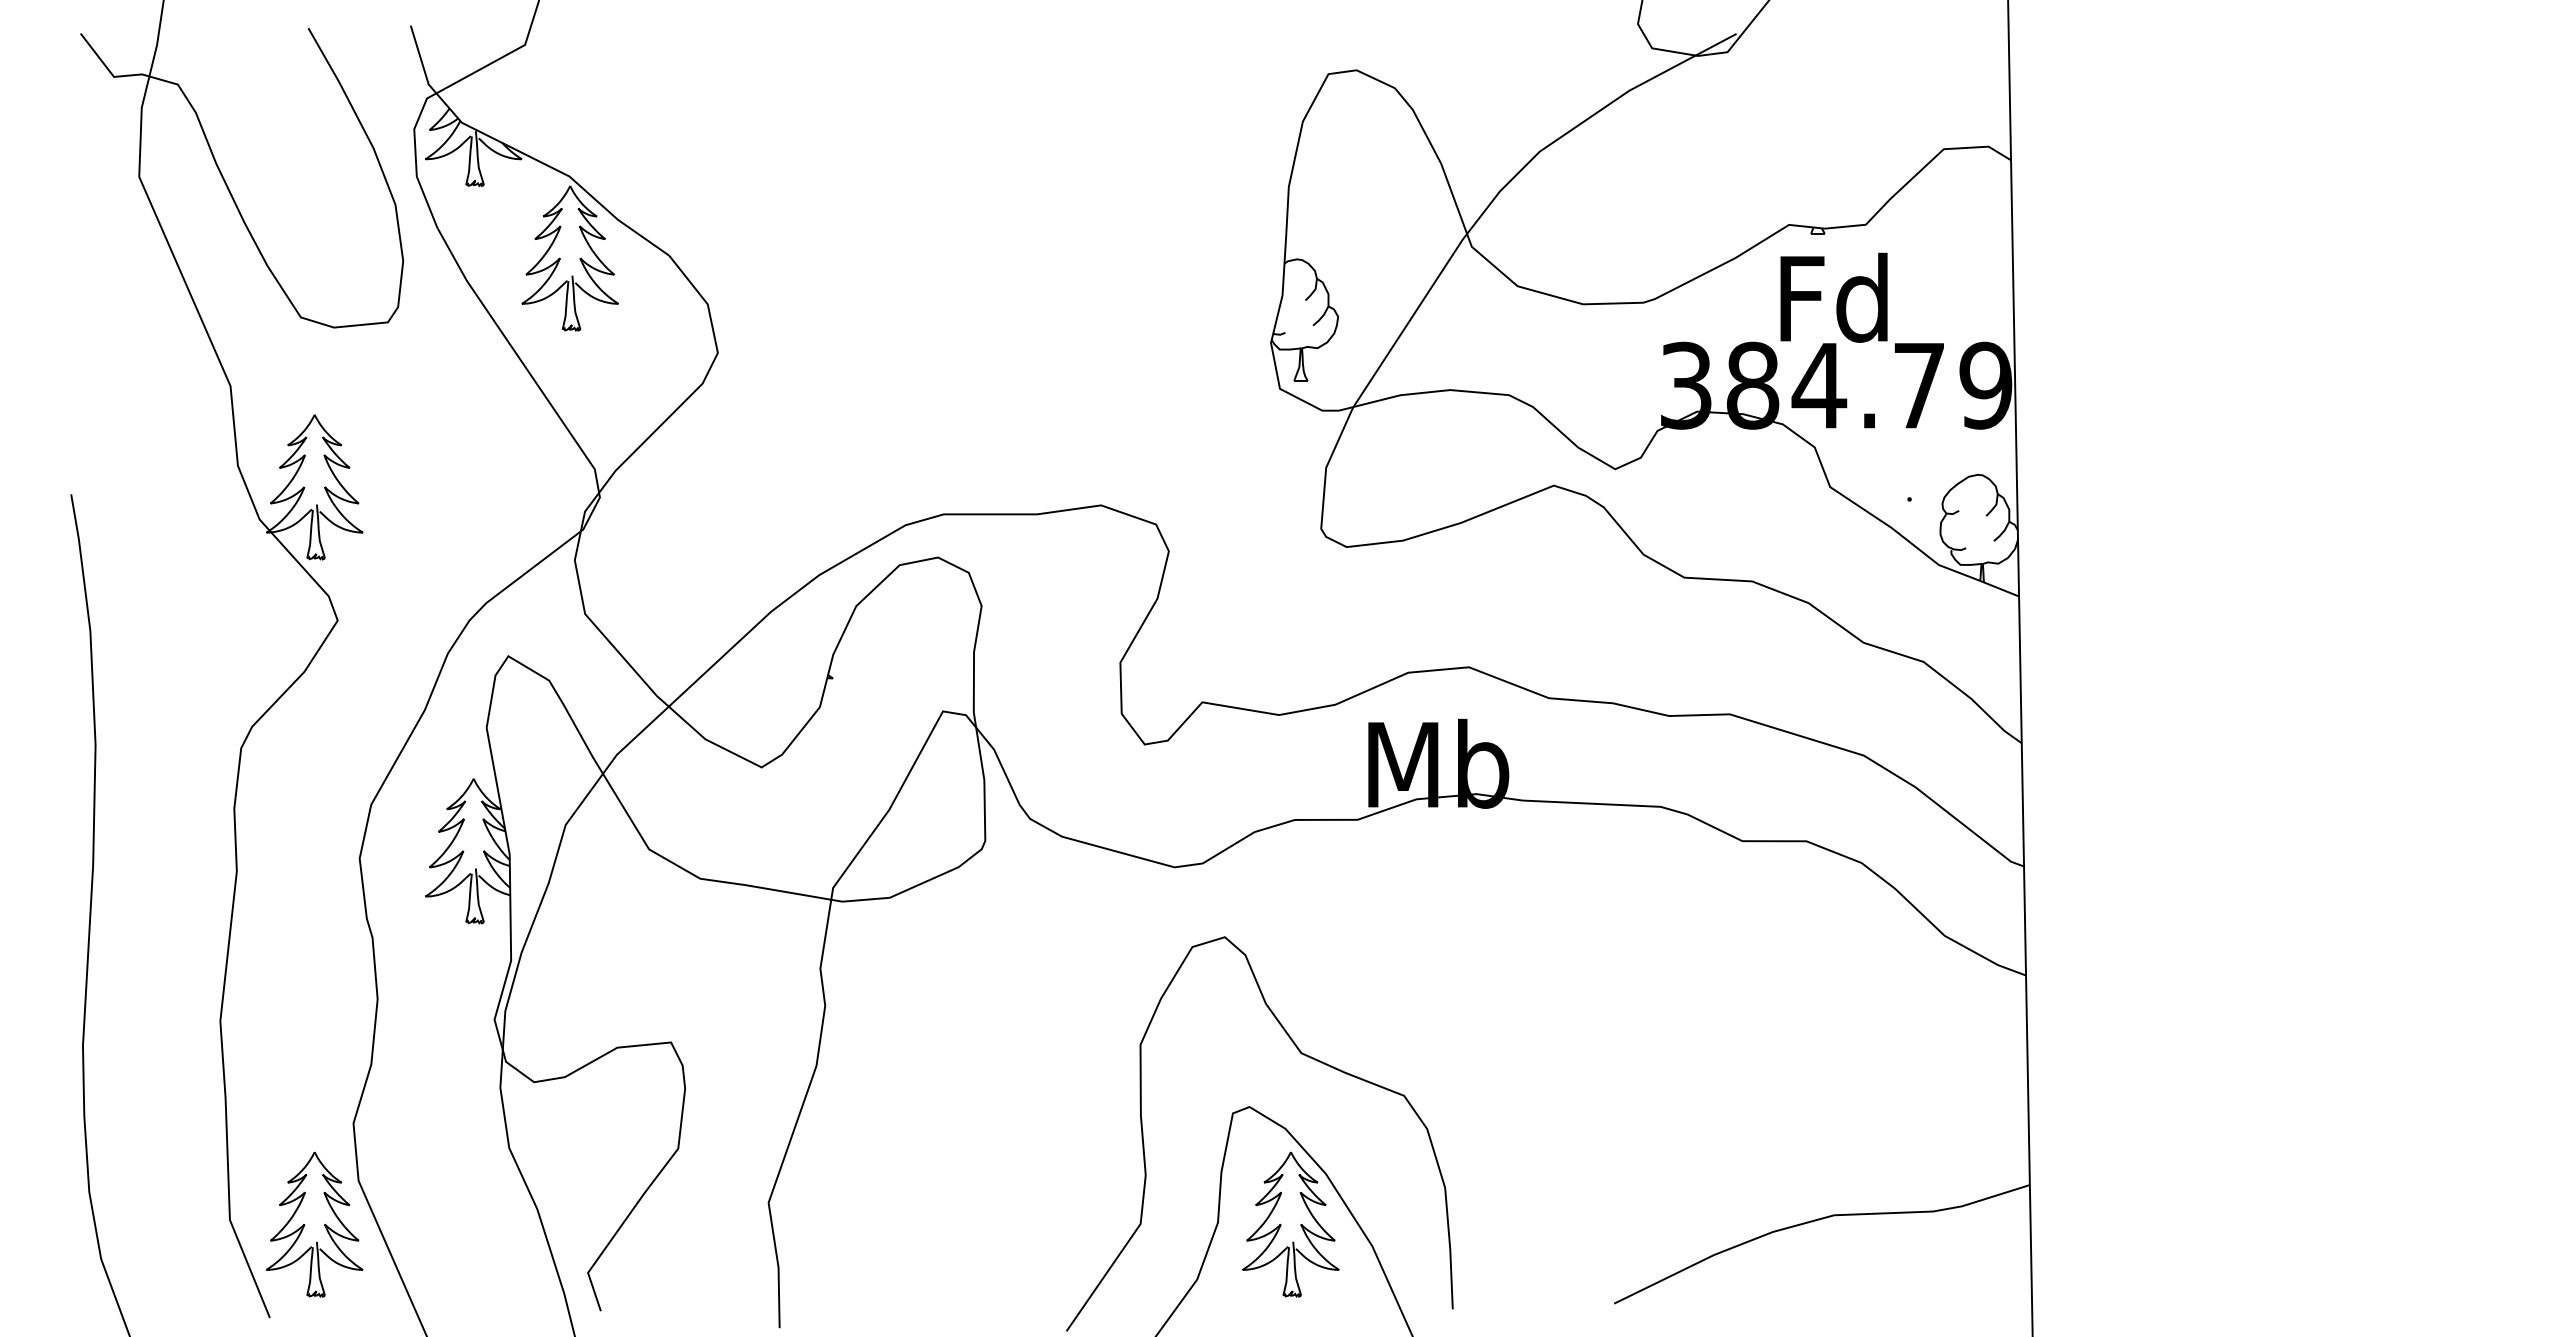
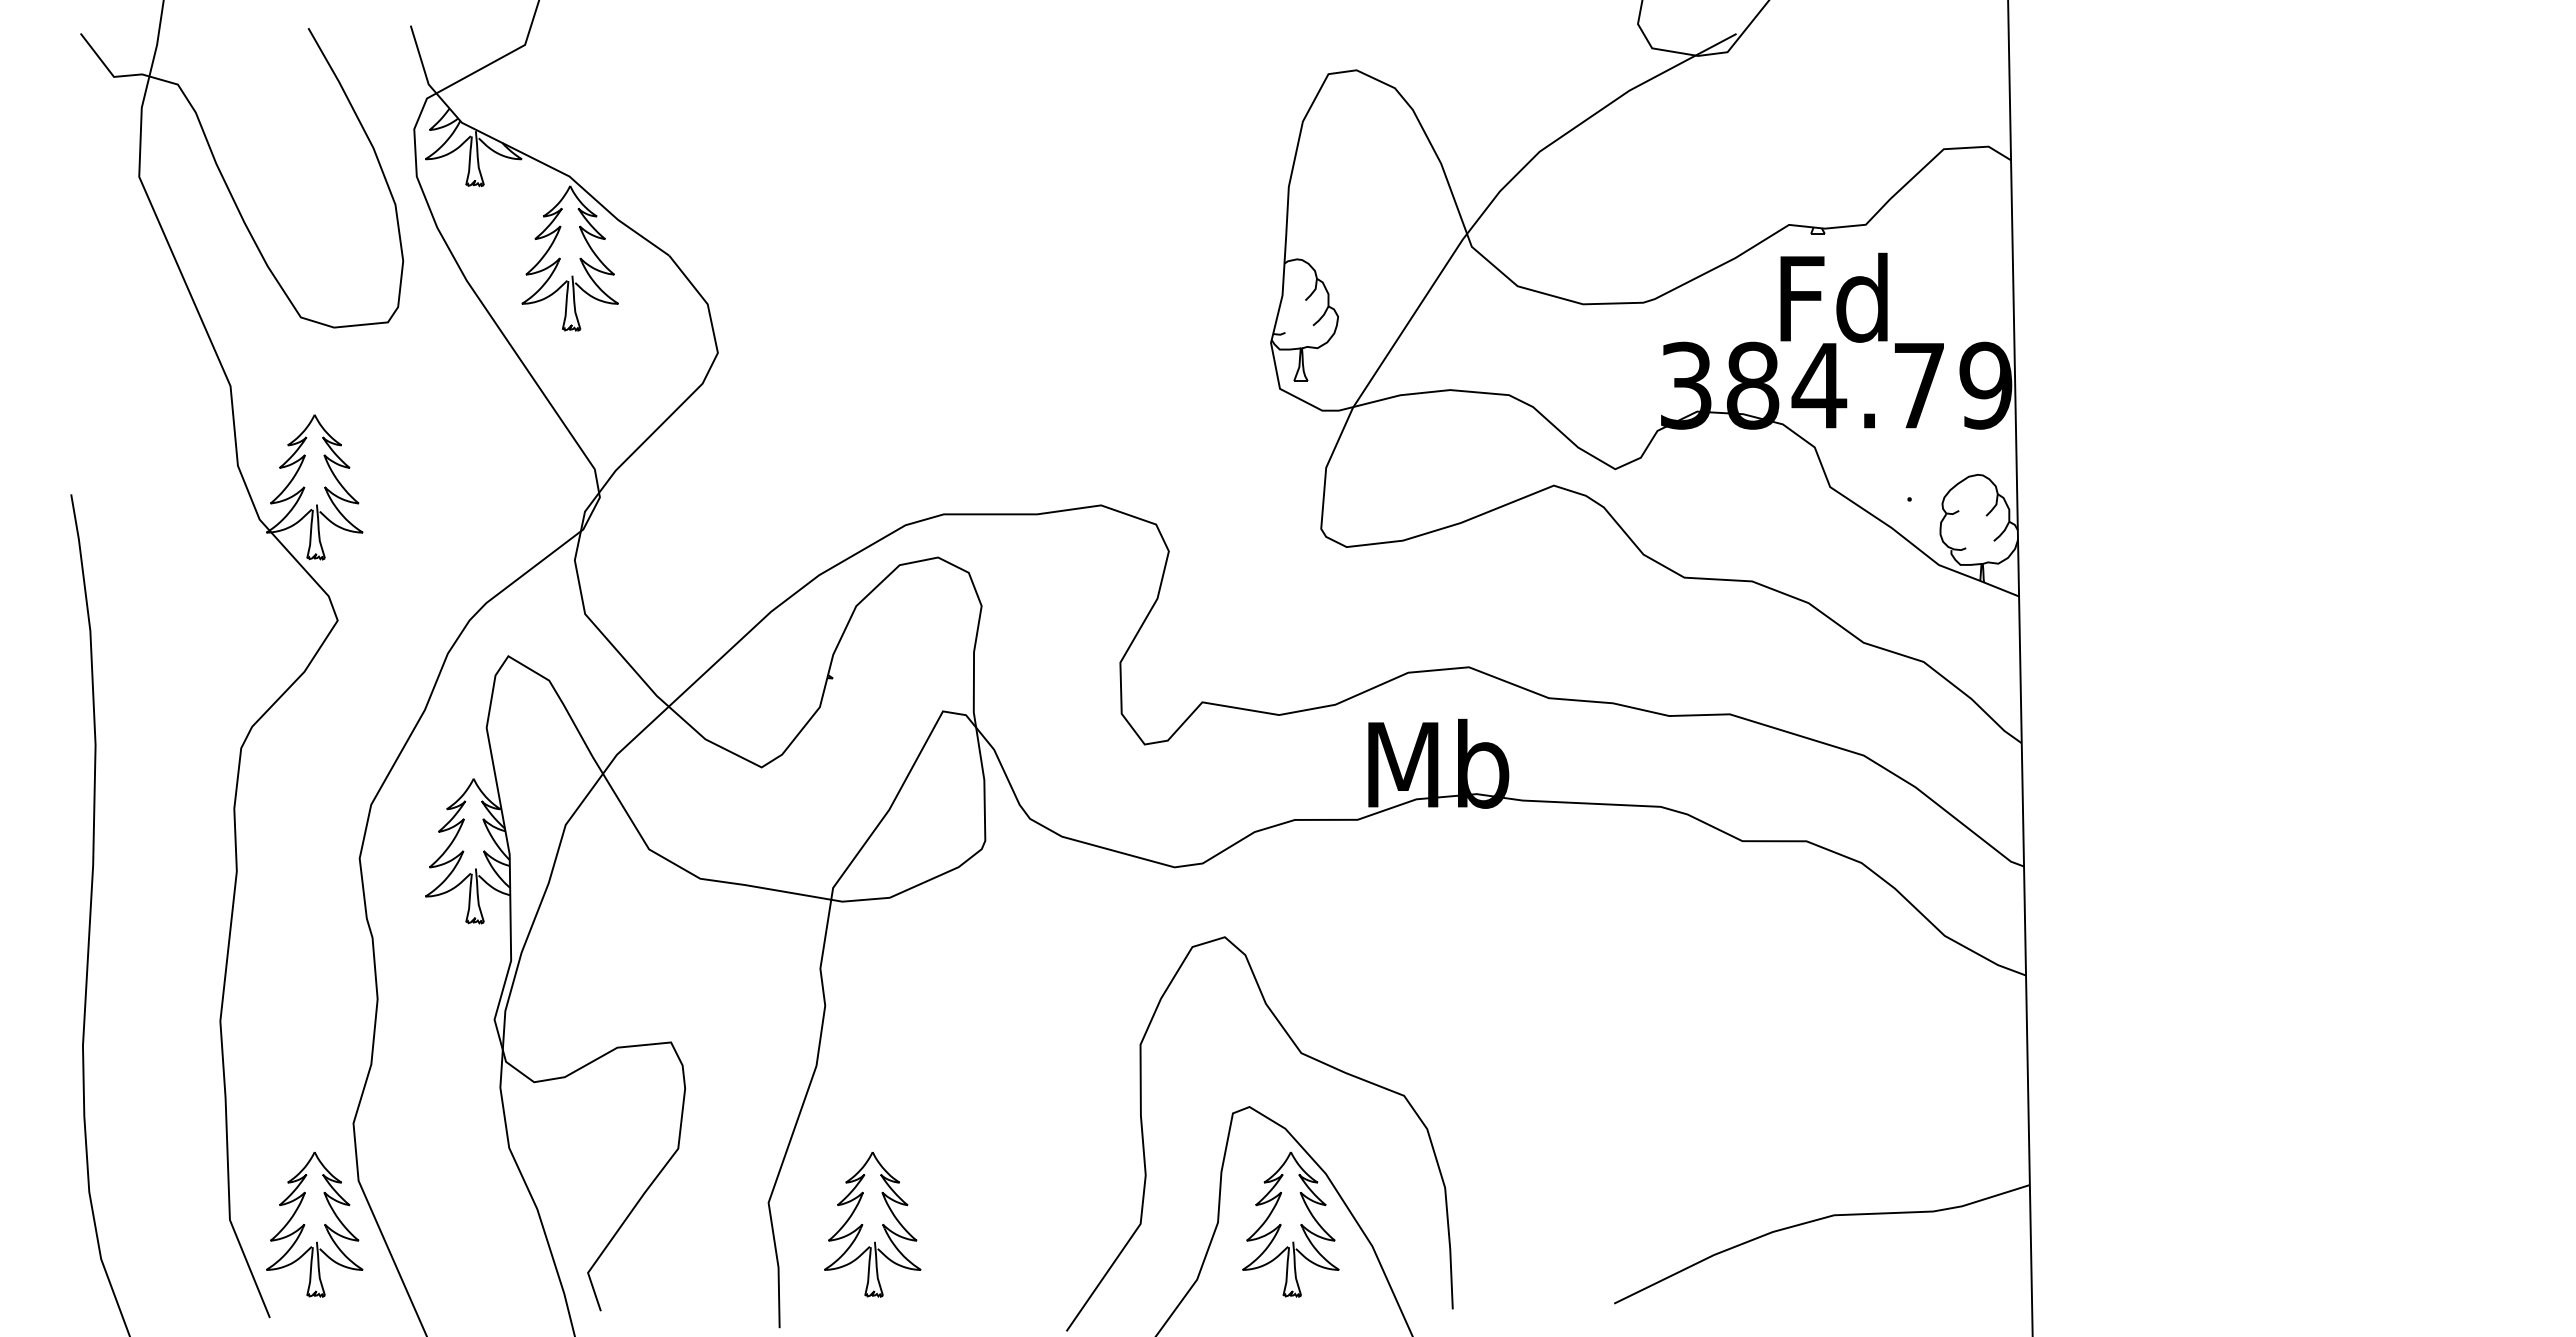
part at (872, 1224): none -> present
